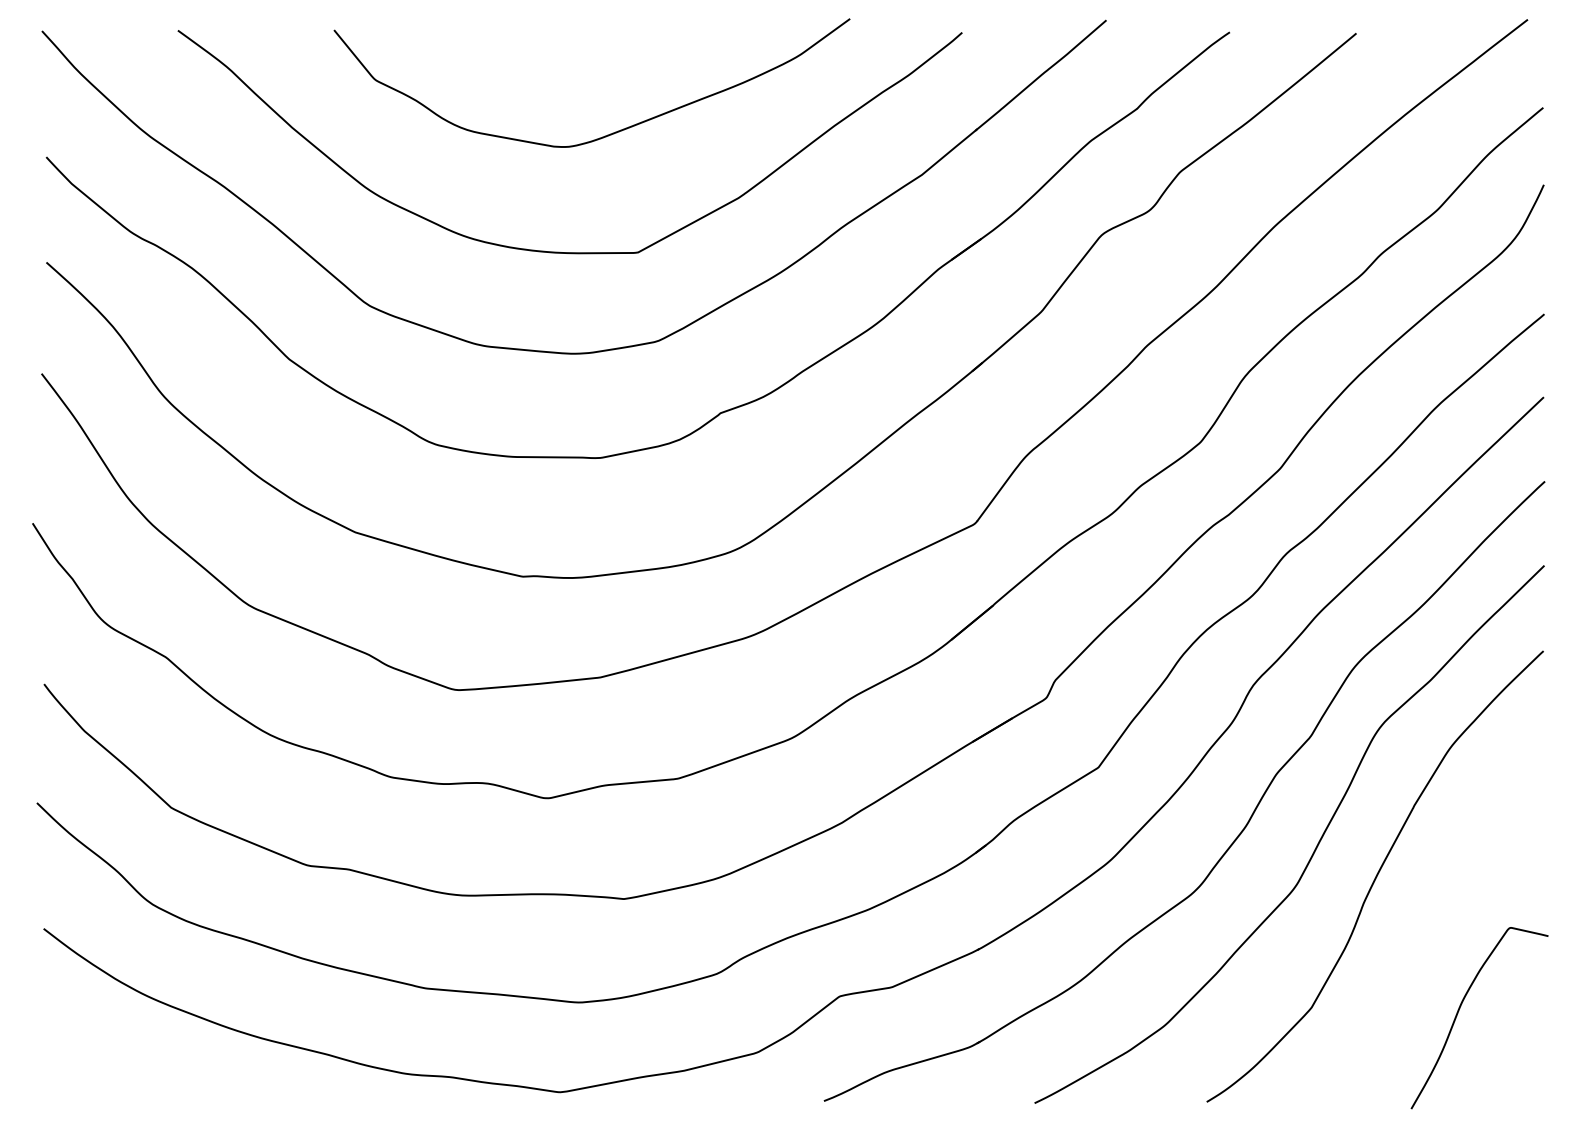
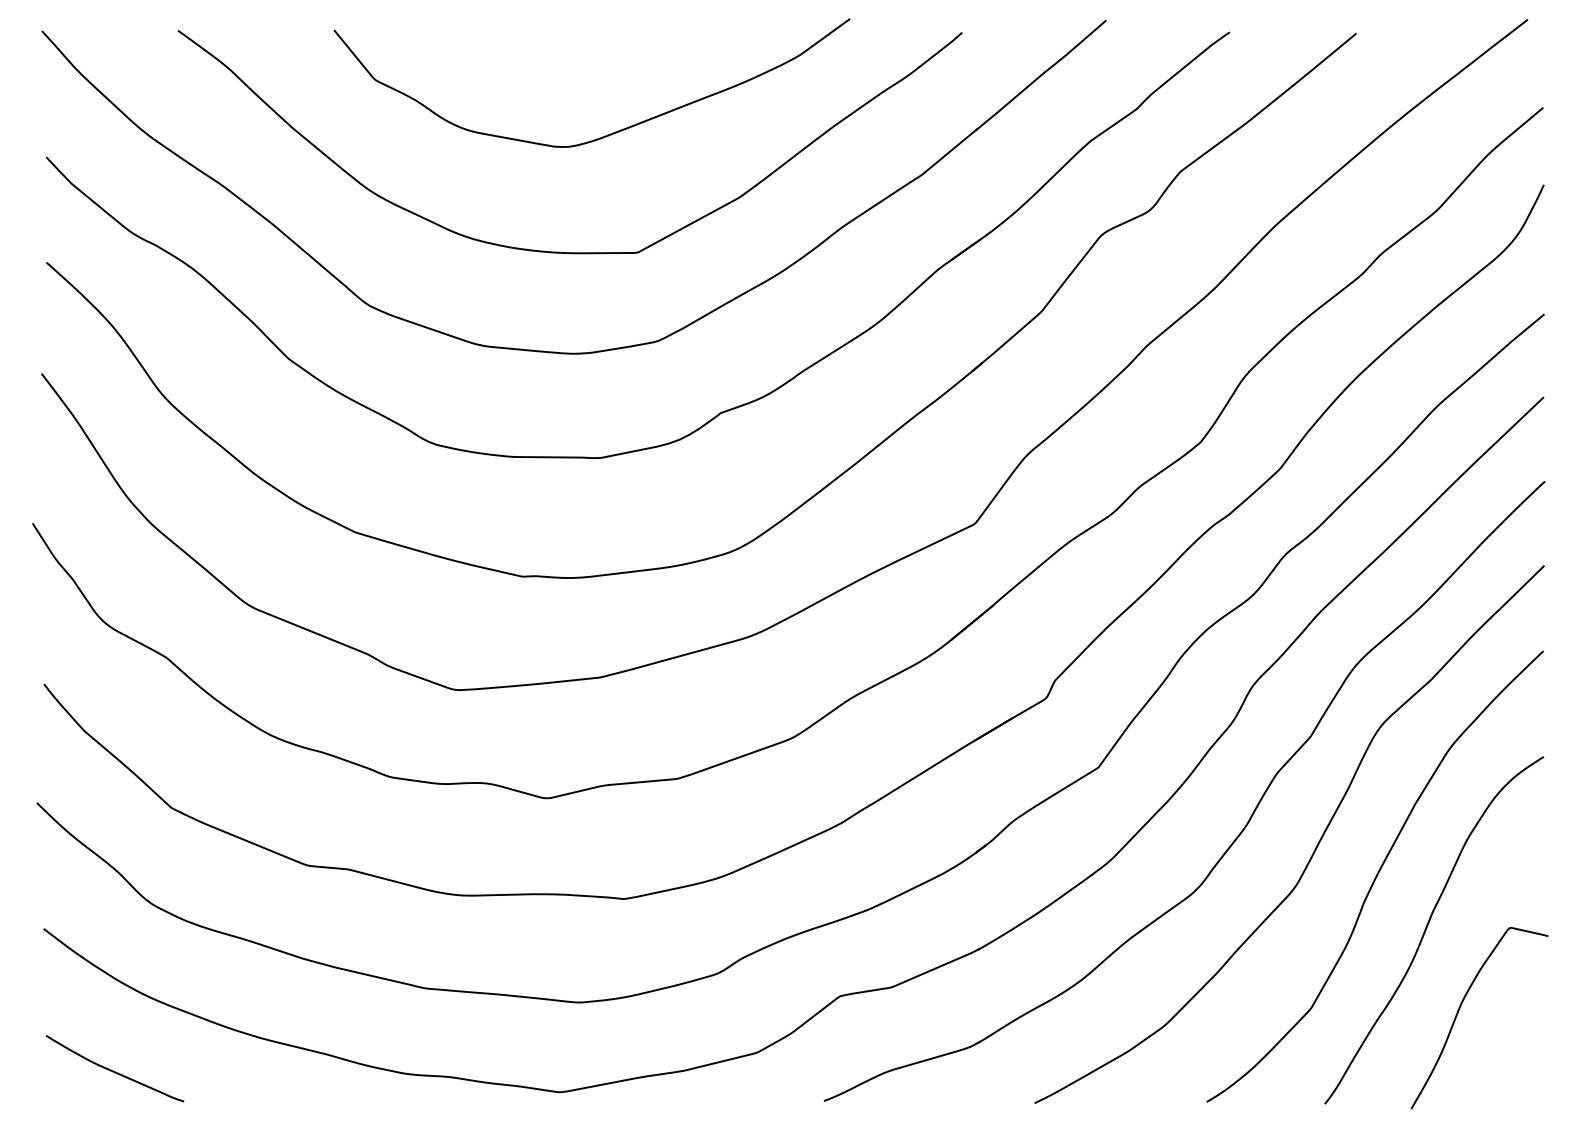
curve at (1427, 928): none -> present
curve at (113, 1070): none -> present
